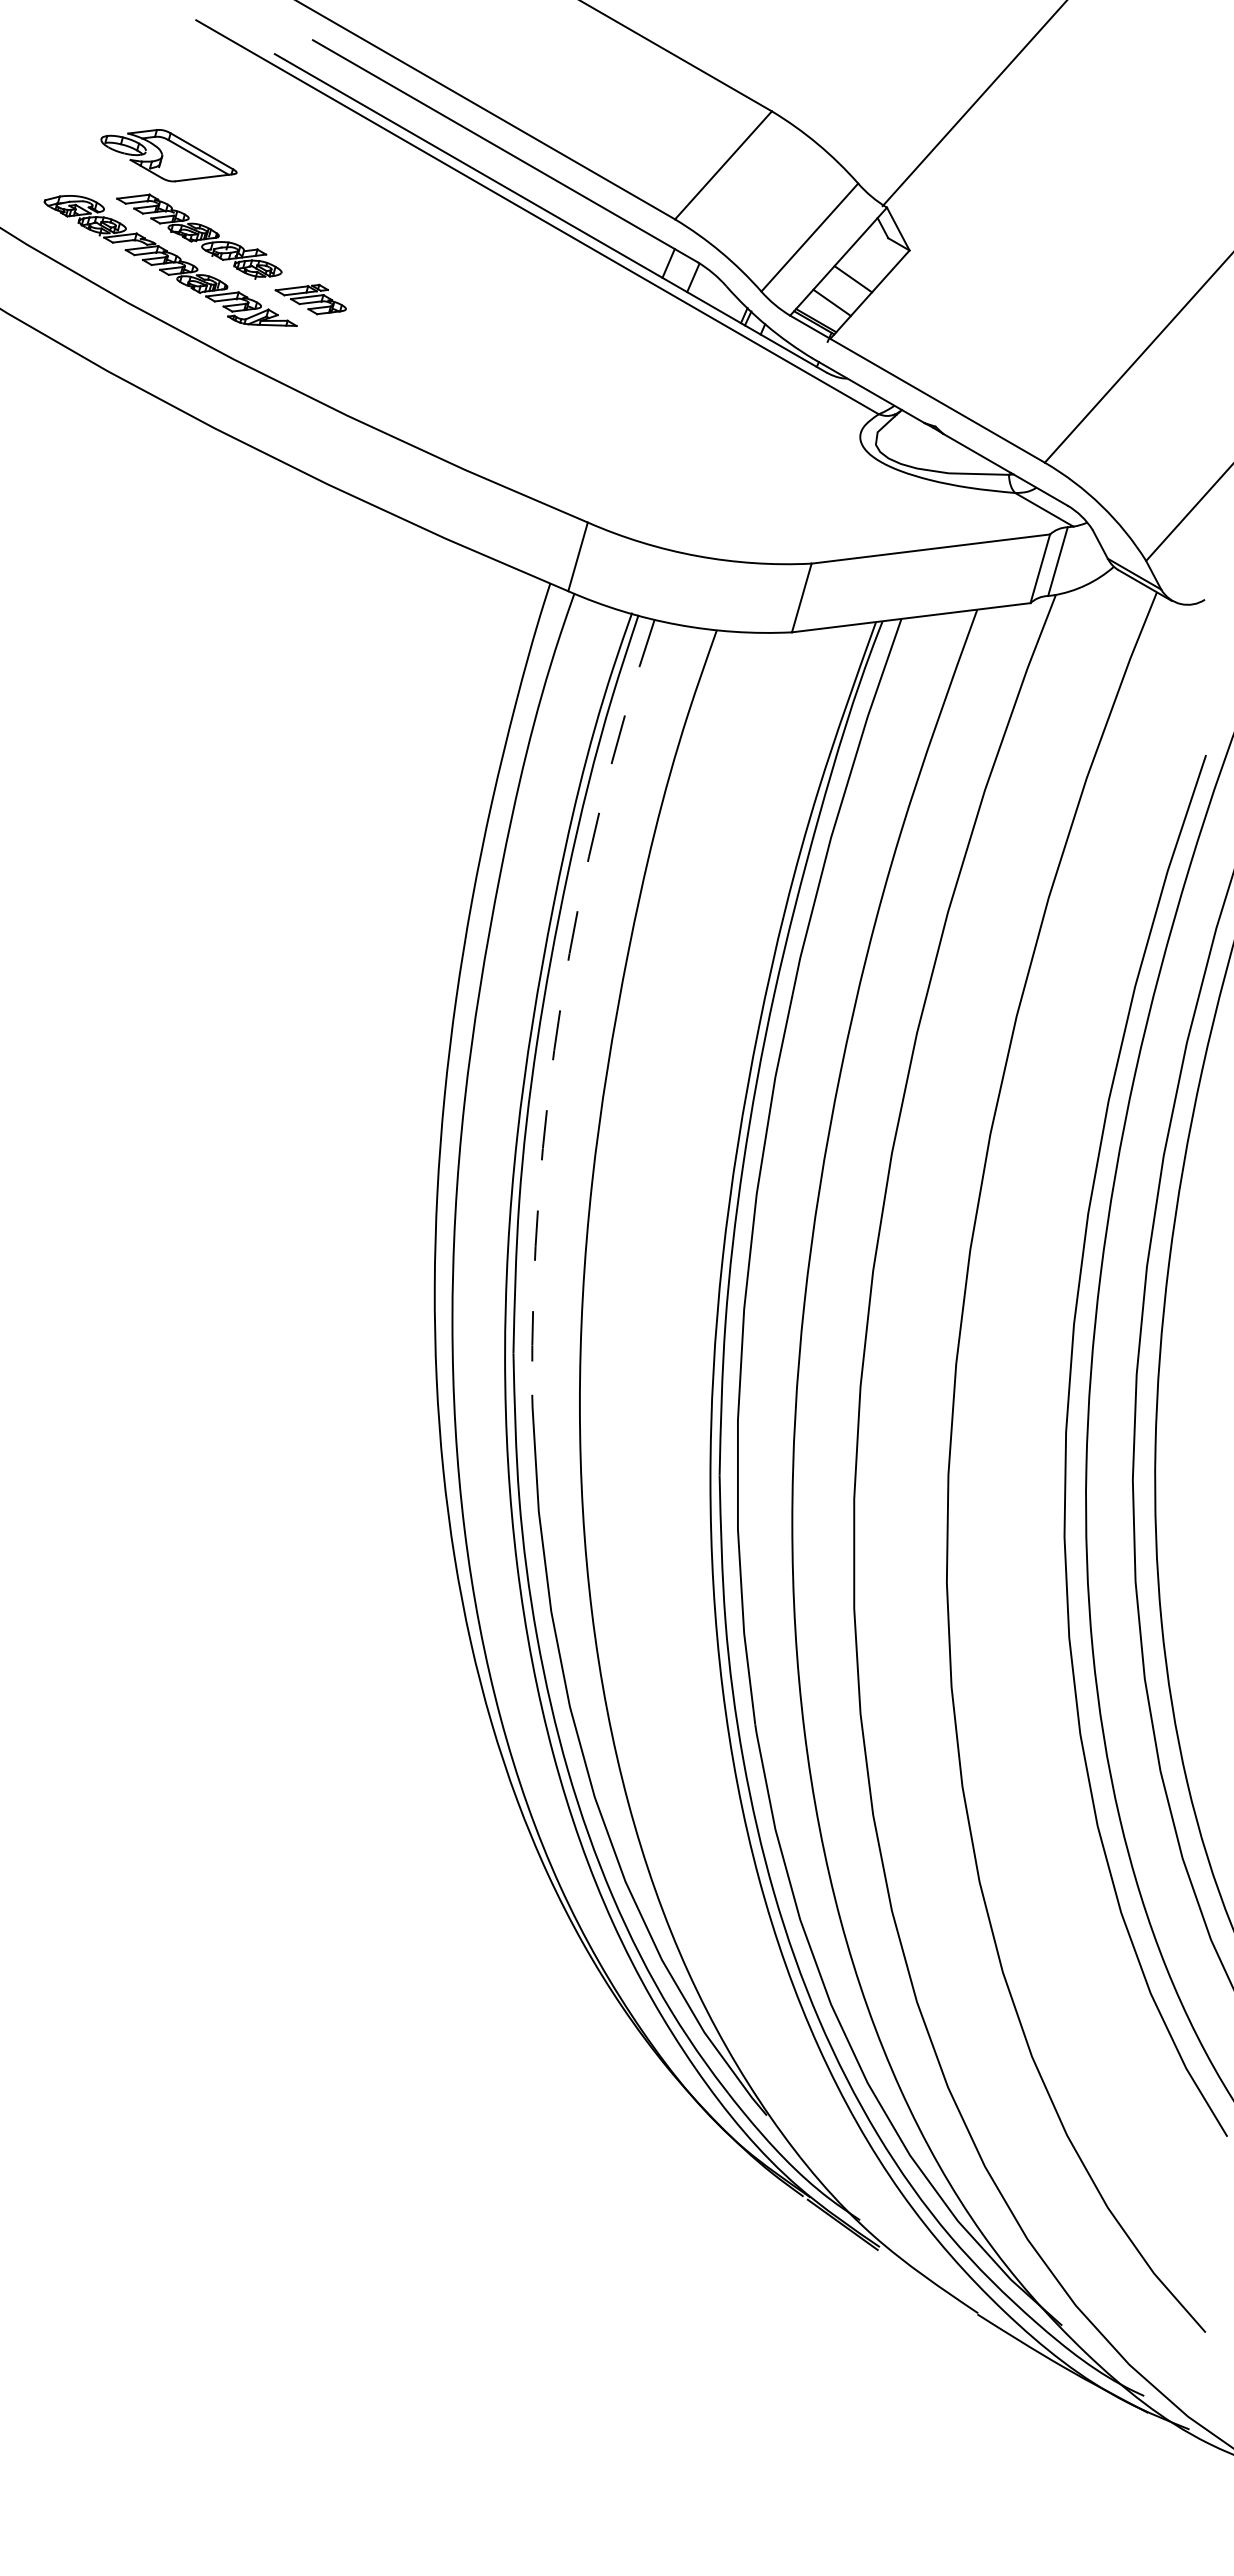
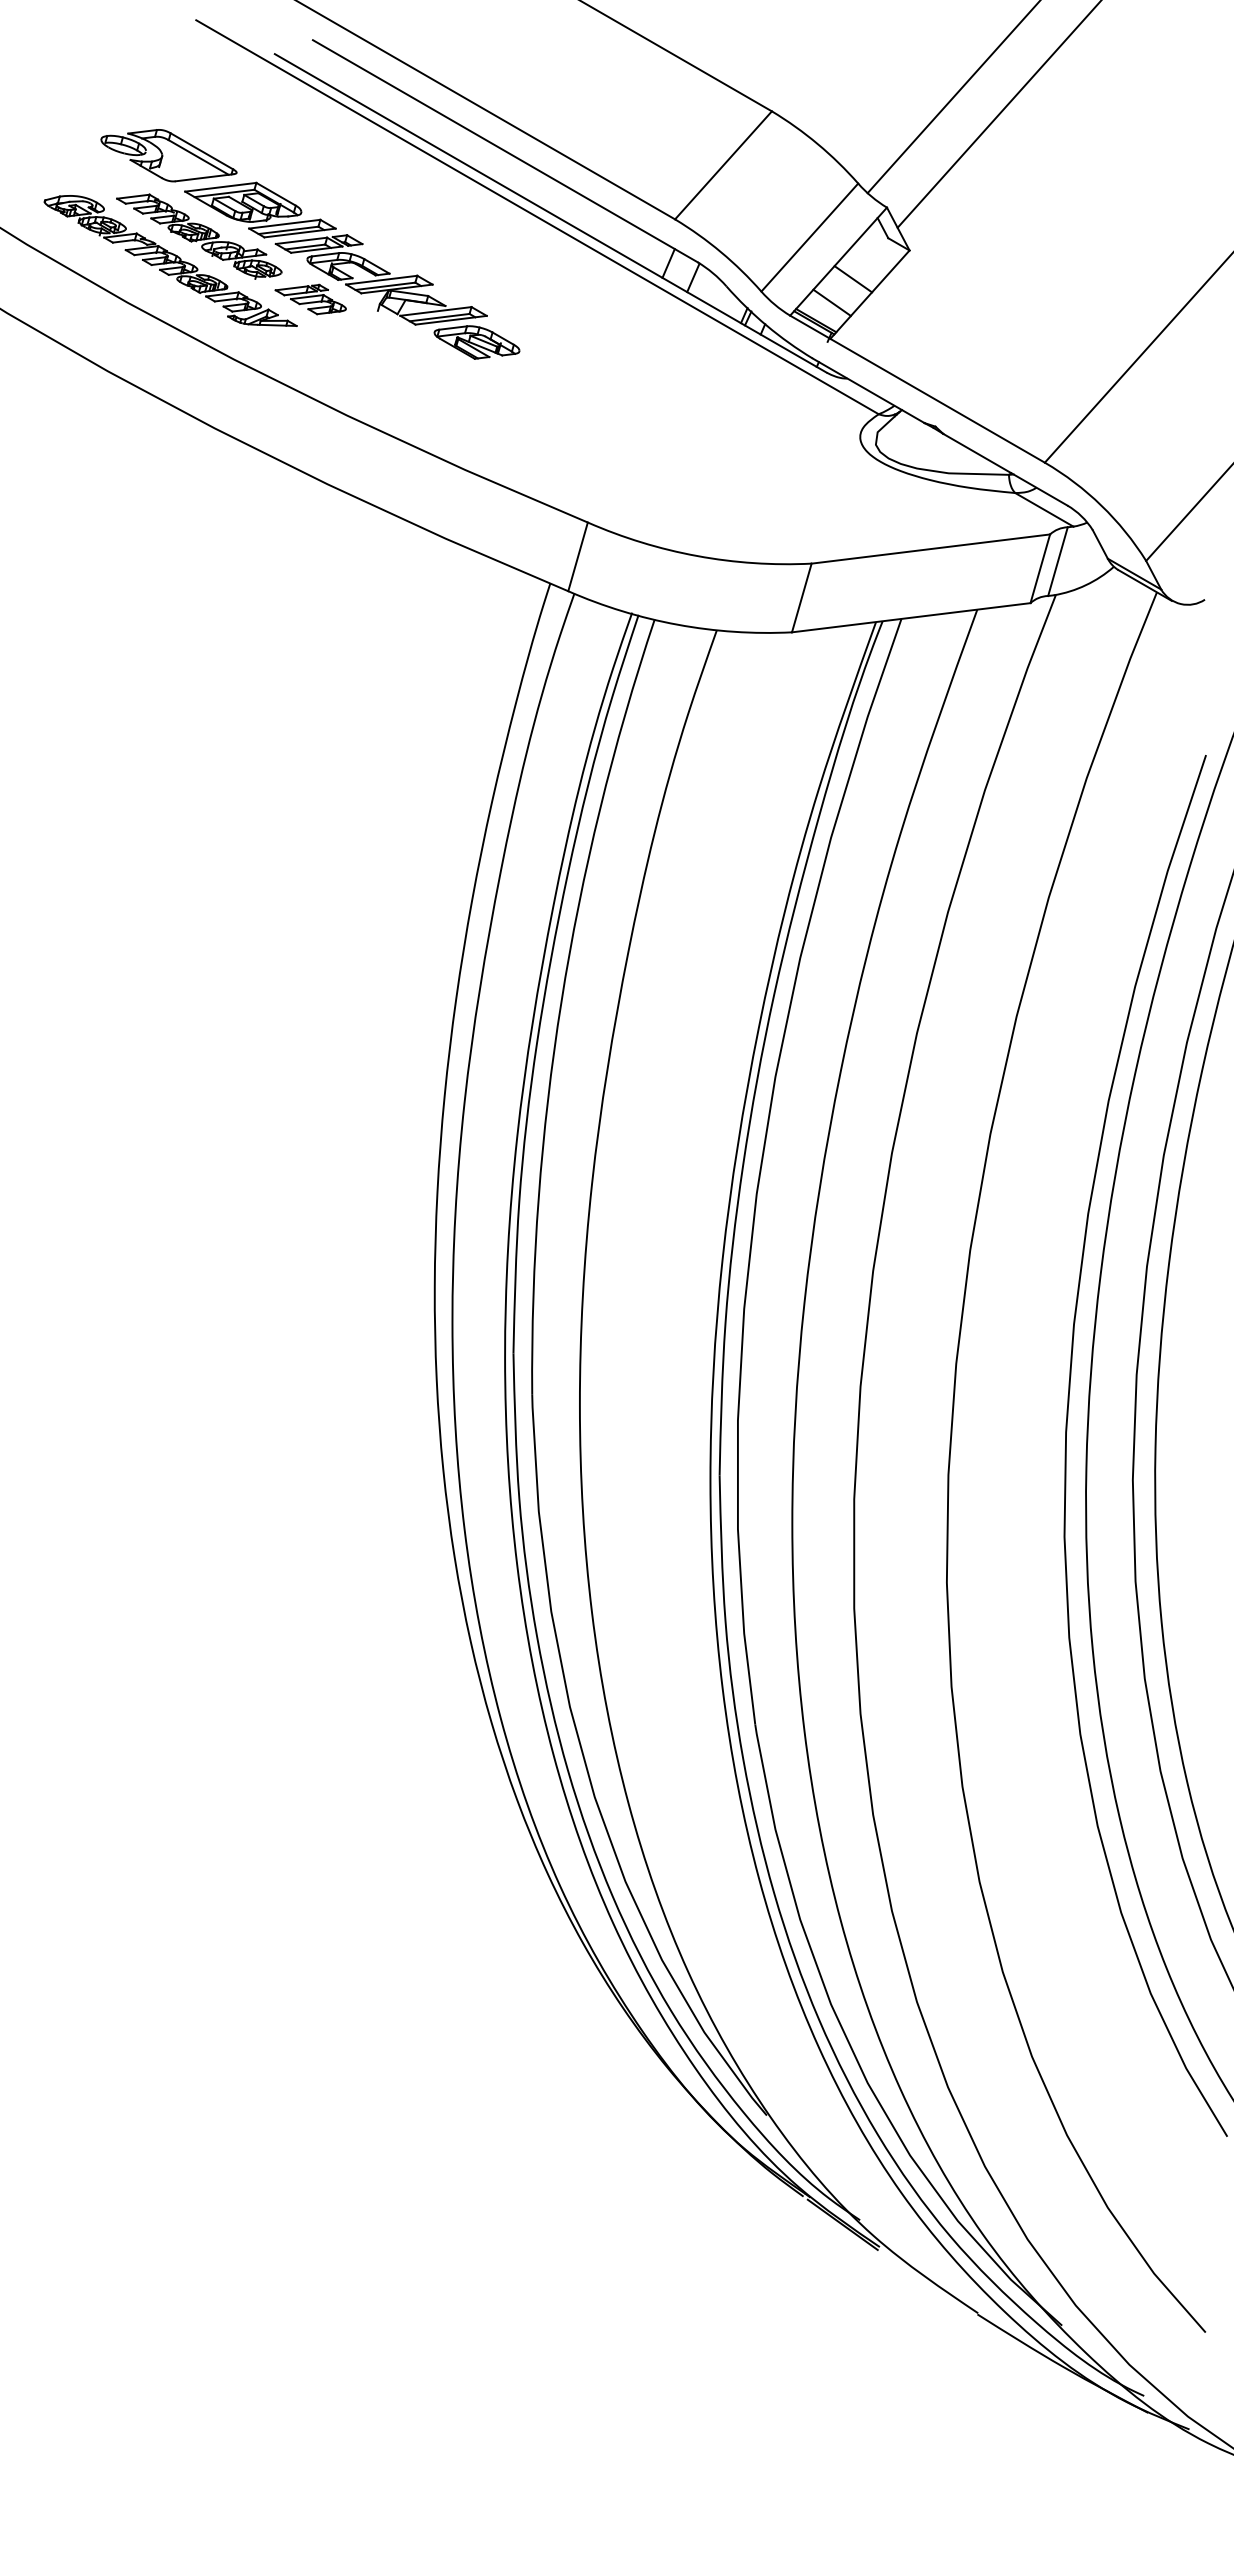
line at (973, 104) position: (973, 104) -> (952, 97)
line at (998, 114): none -> present
part at (352, 270): none -> present
arc at (561, 1001): dashed -> solid
